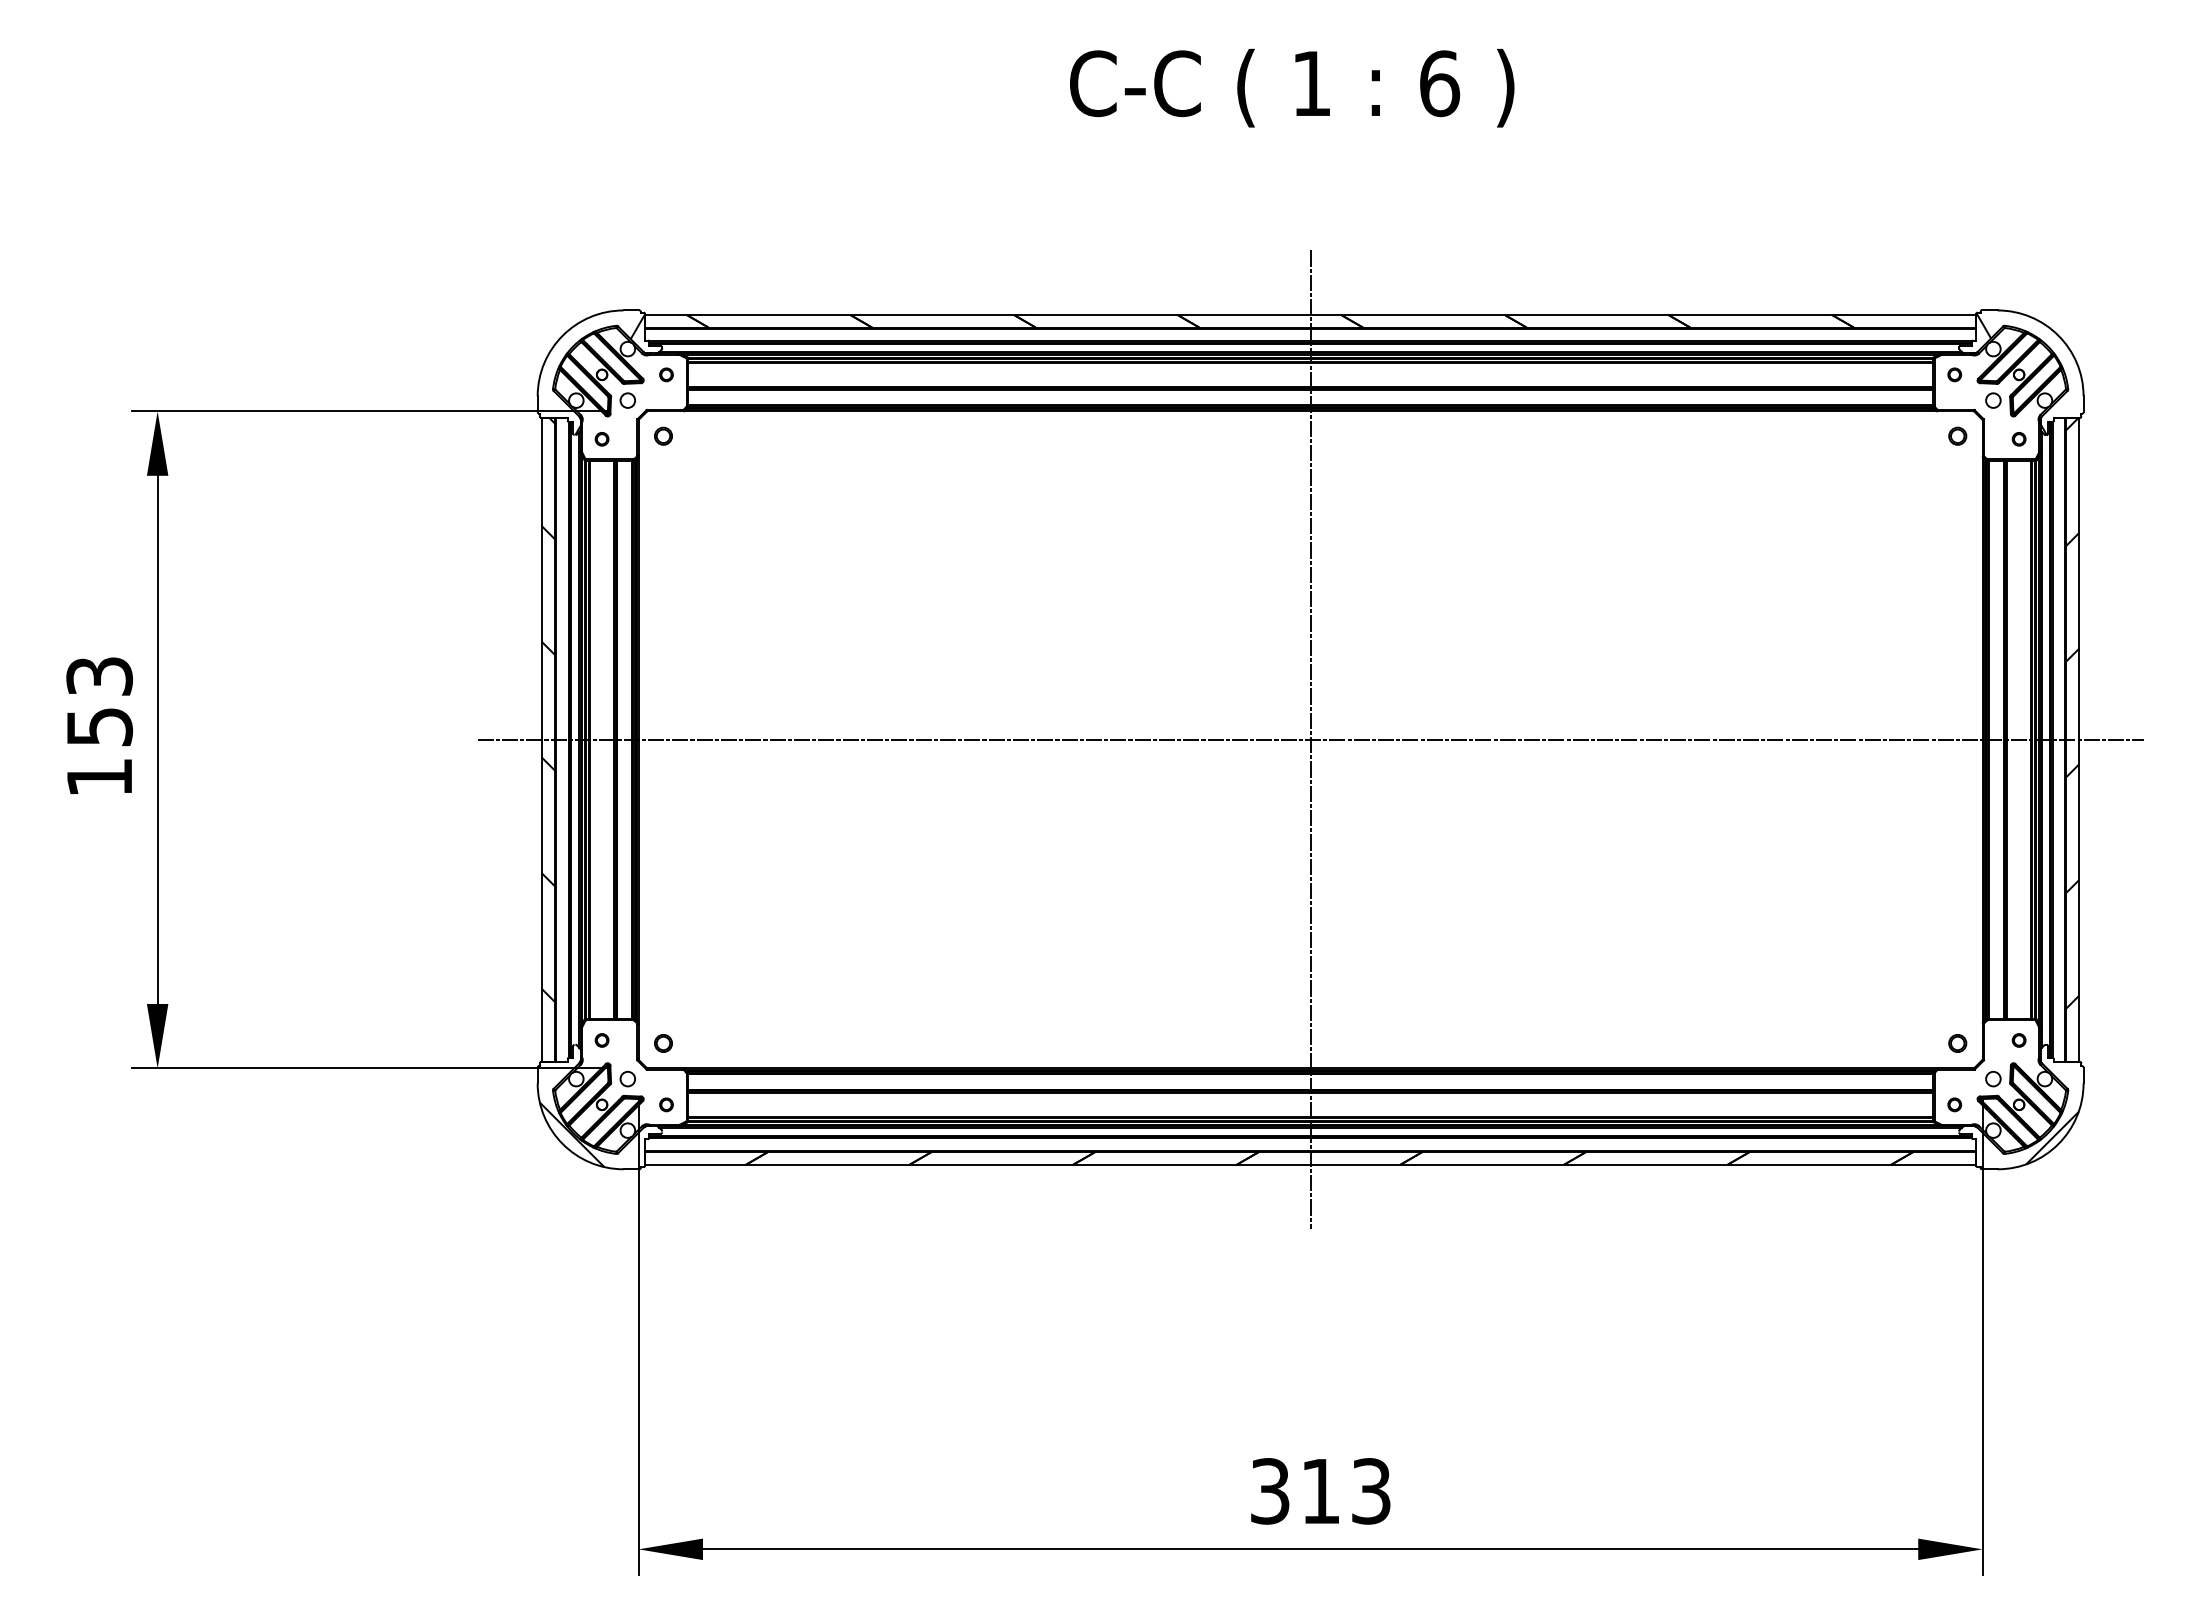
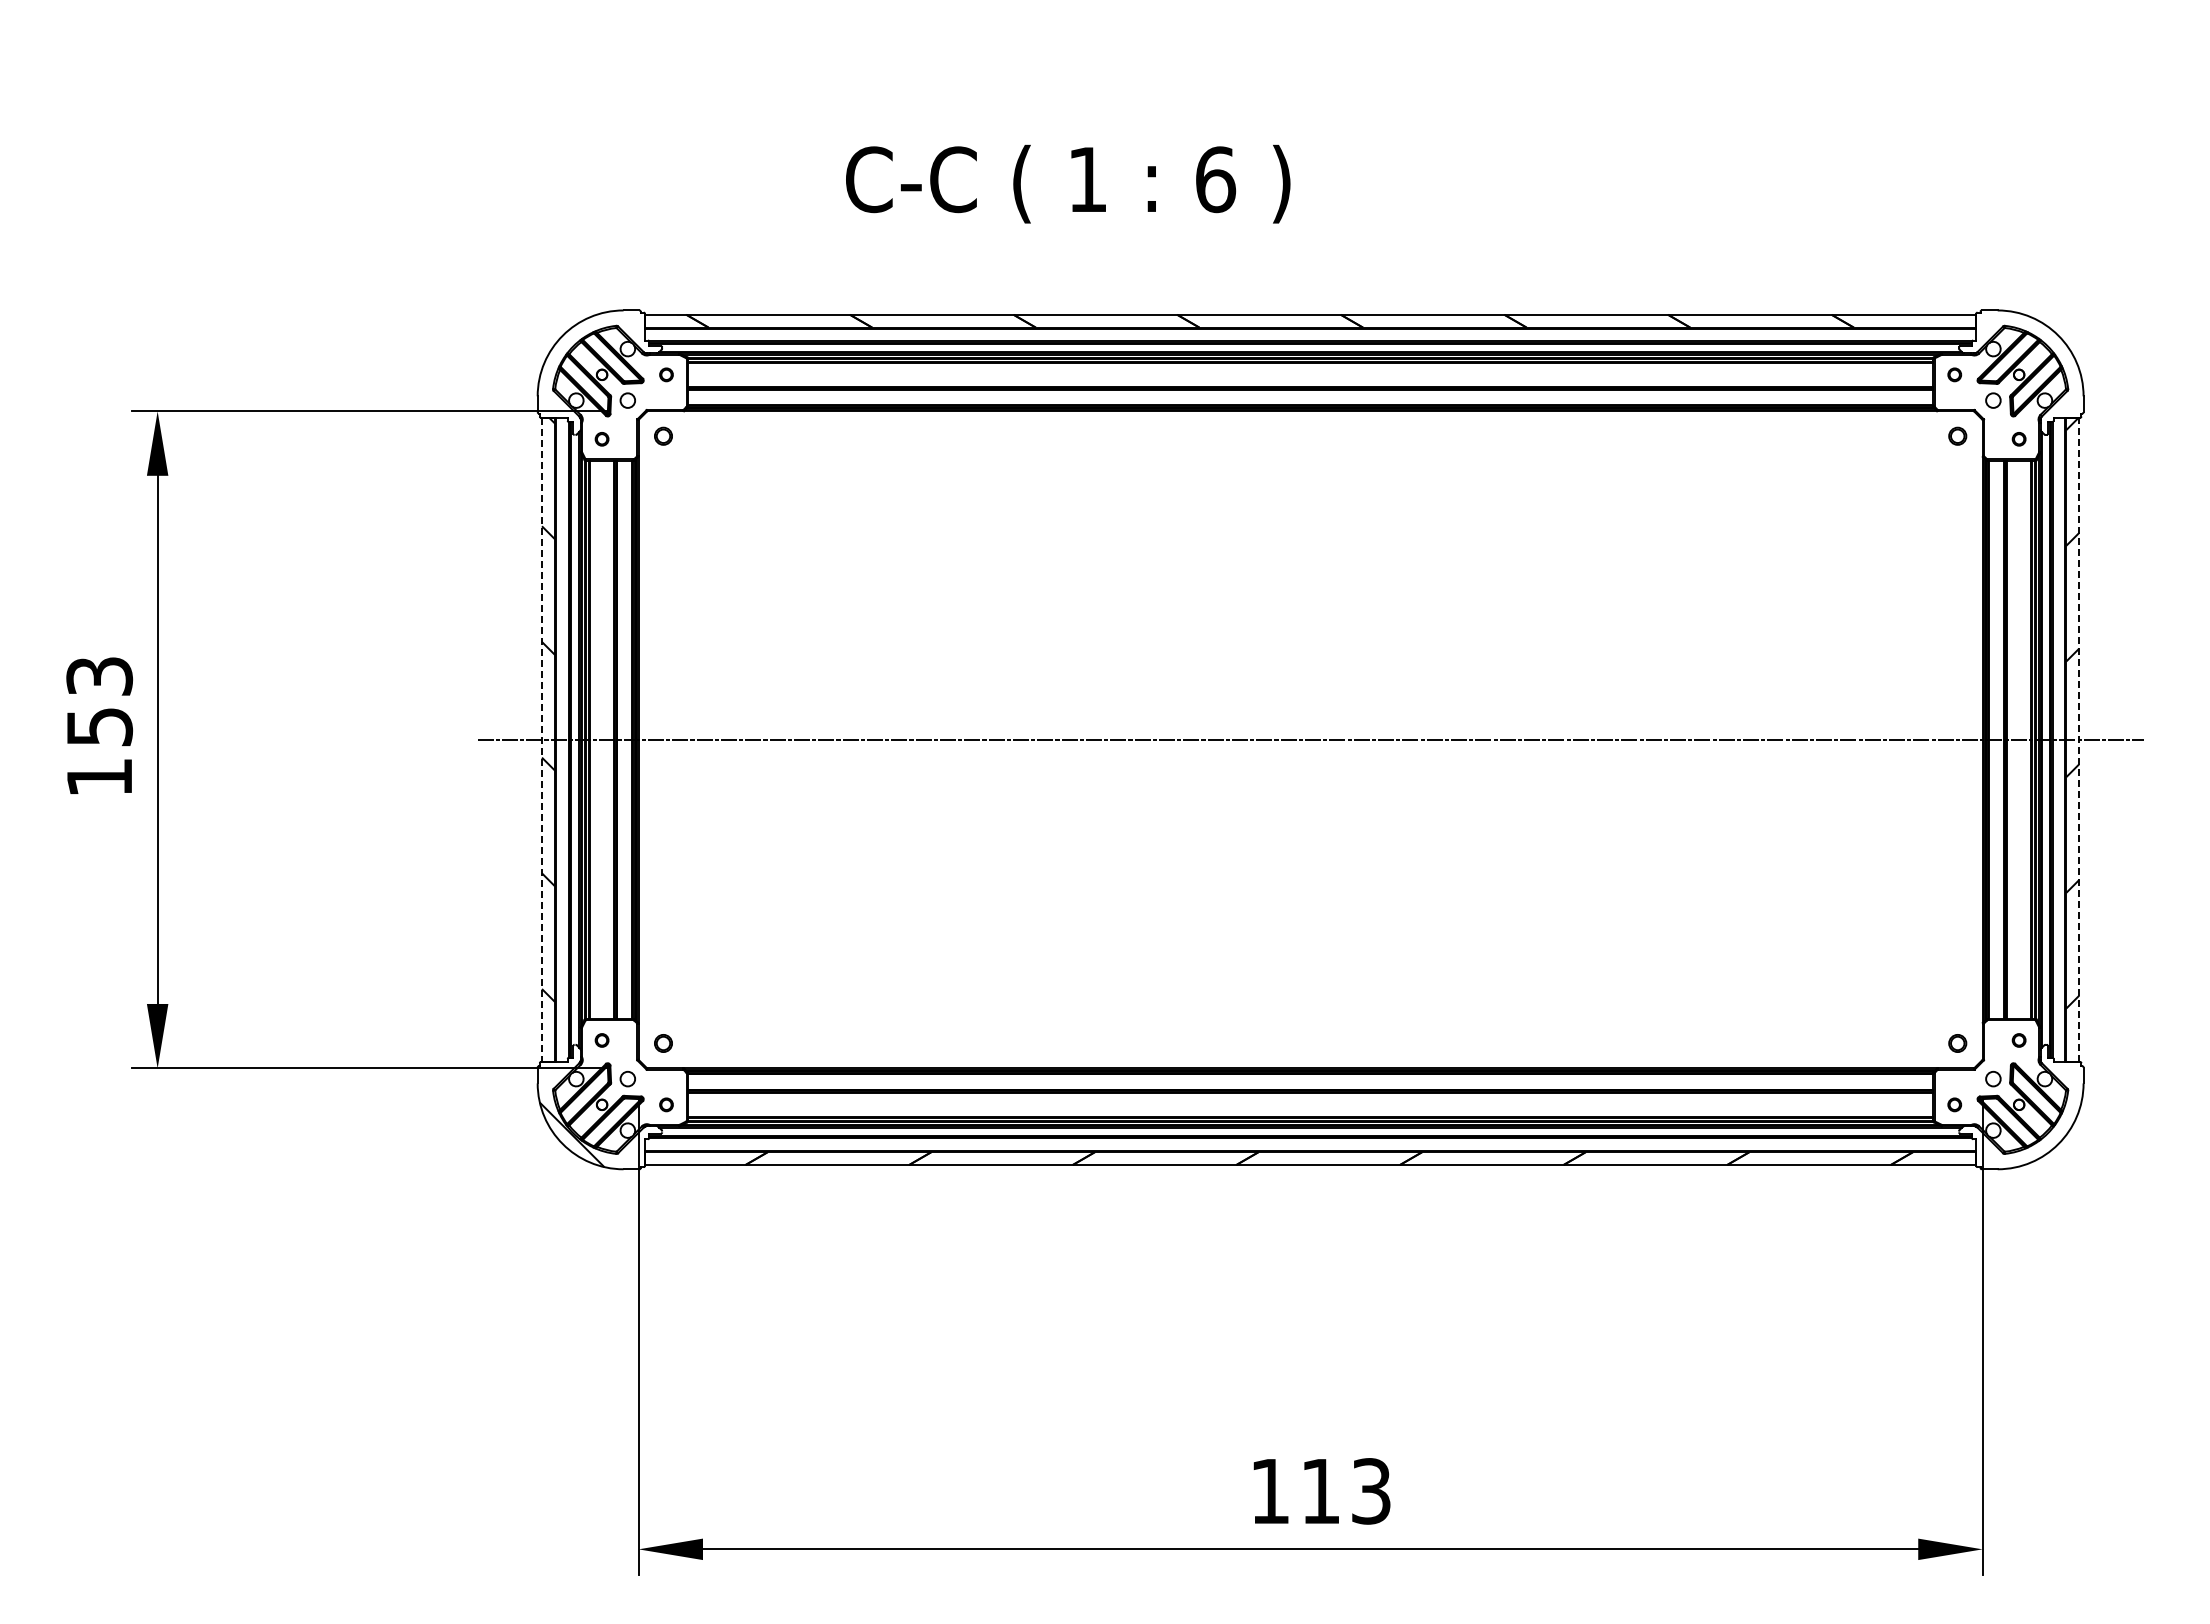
text at (1292, 87) position: (1292, 87) -> (1068, 183)
hatch at (2011, 373): present -> none
hatch at (610, 374): present -> none
line at (1310, 739): present -> none
line at (2079, 739): solid -> dashed
line at (541, 740): solid -> dashed
hatch at (2052, 1137): present -> none
text at (1270, 1491): 313 -> 113
